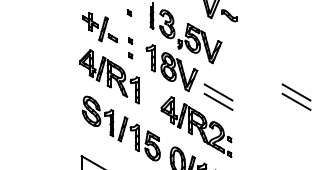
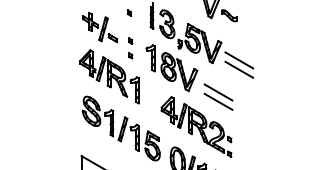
line at (239, 60): none -> present
line at (239, 69): none -> present
part at (296, 96): present -> none
